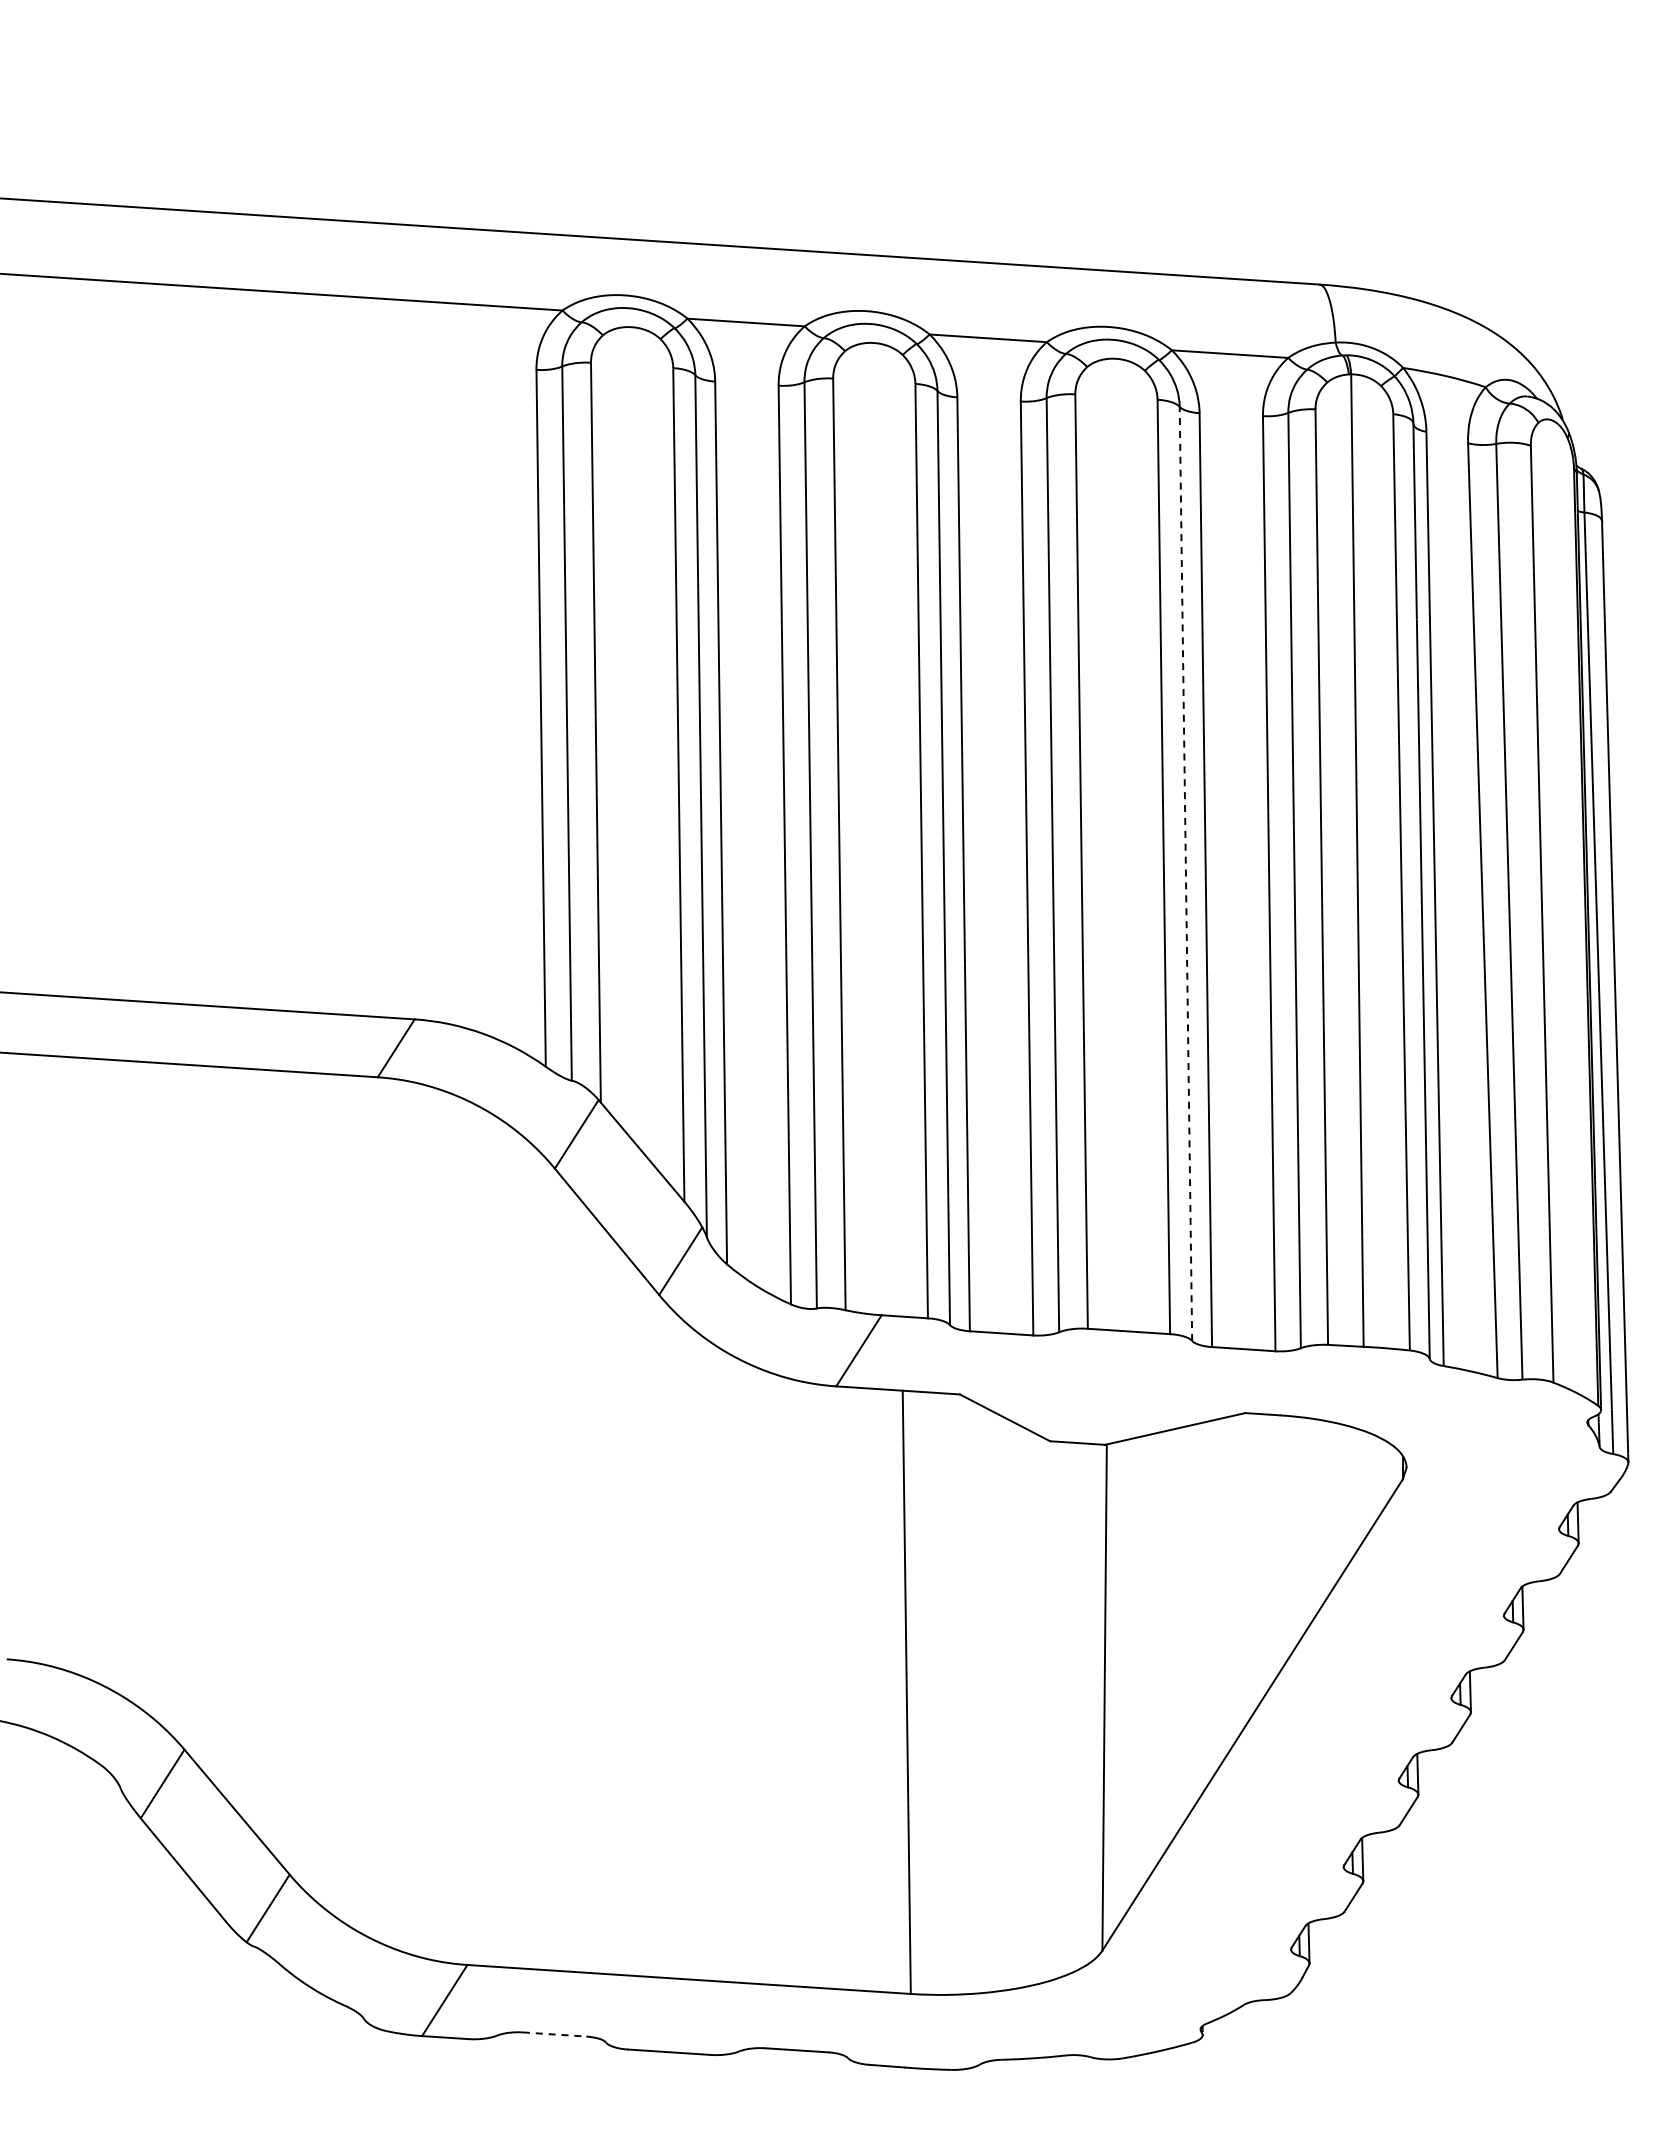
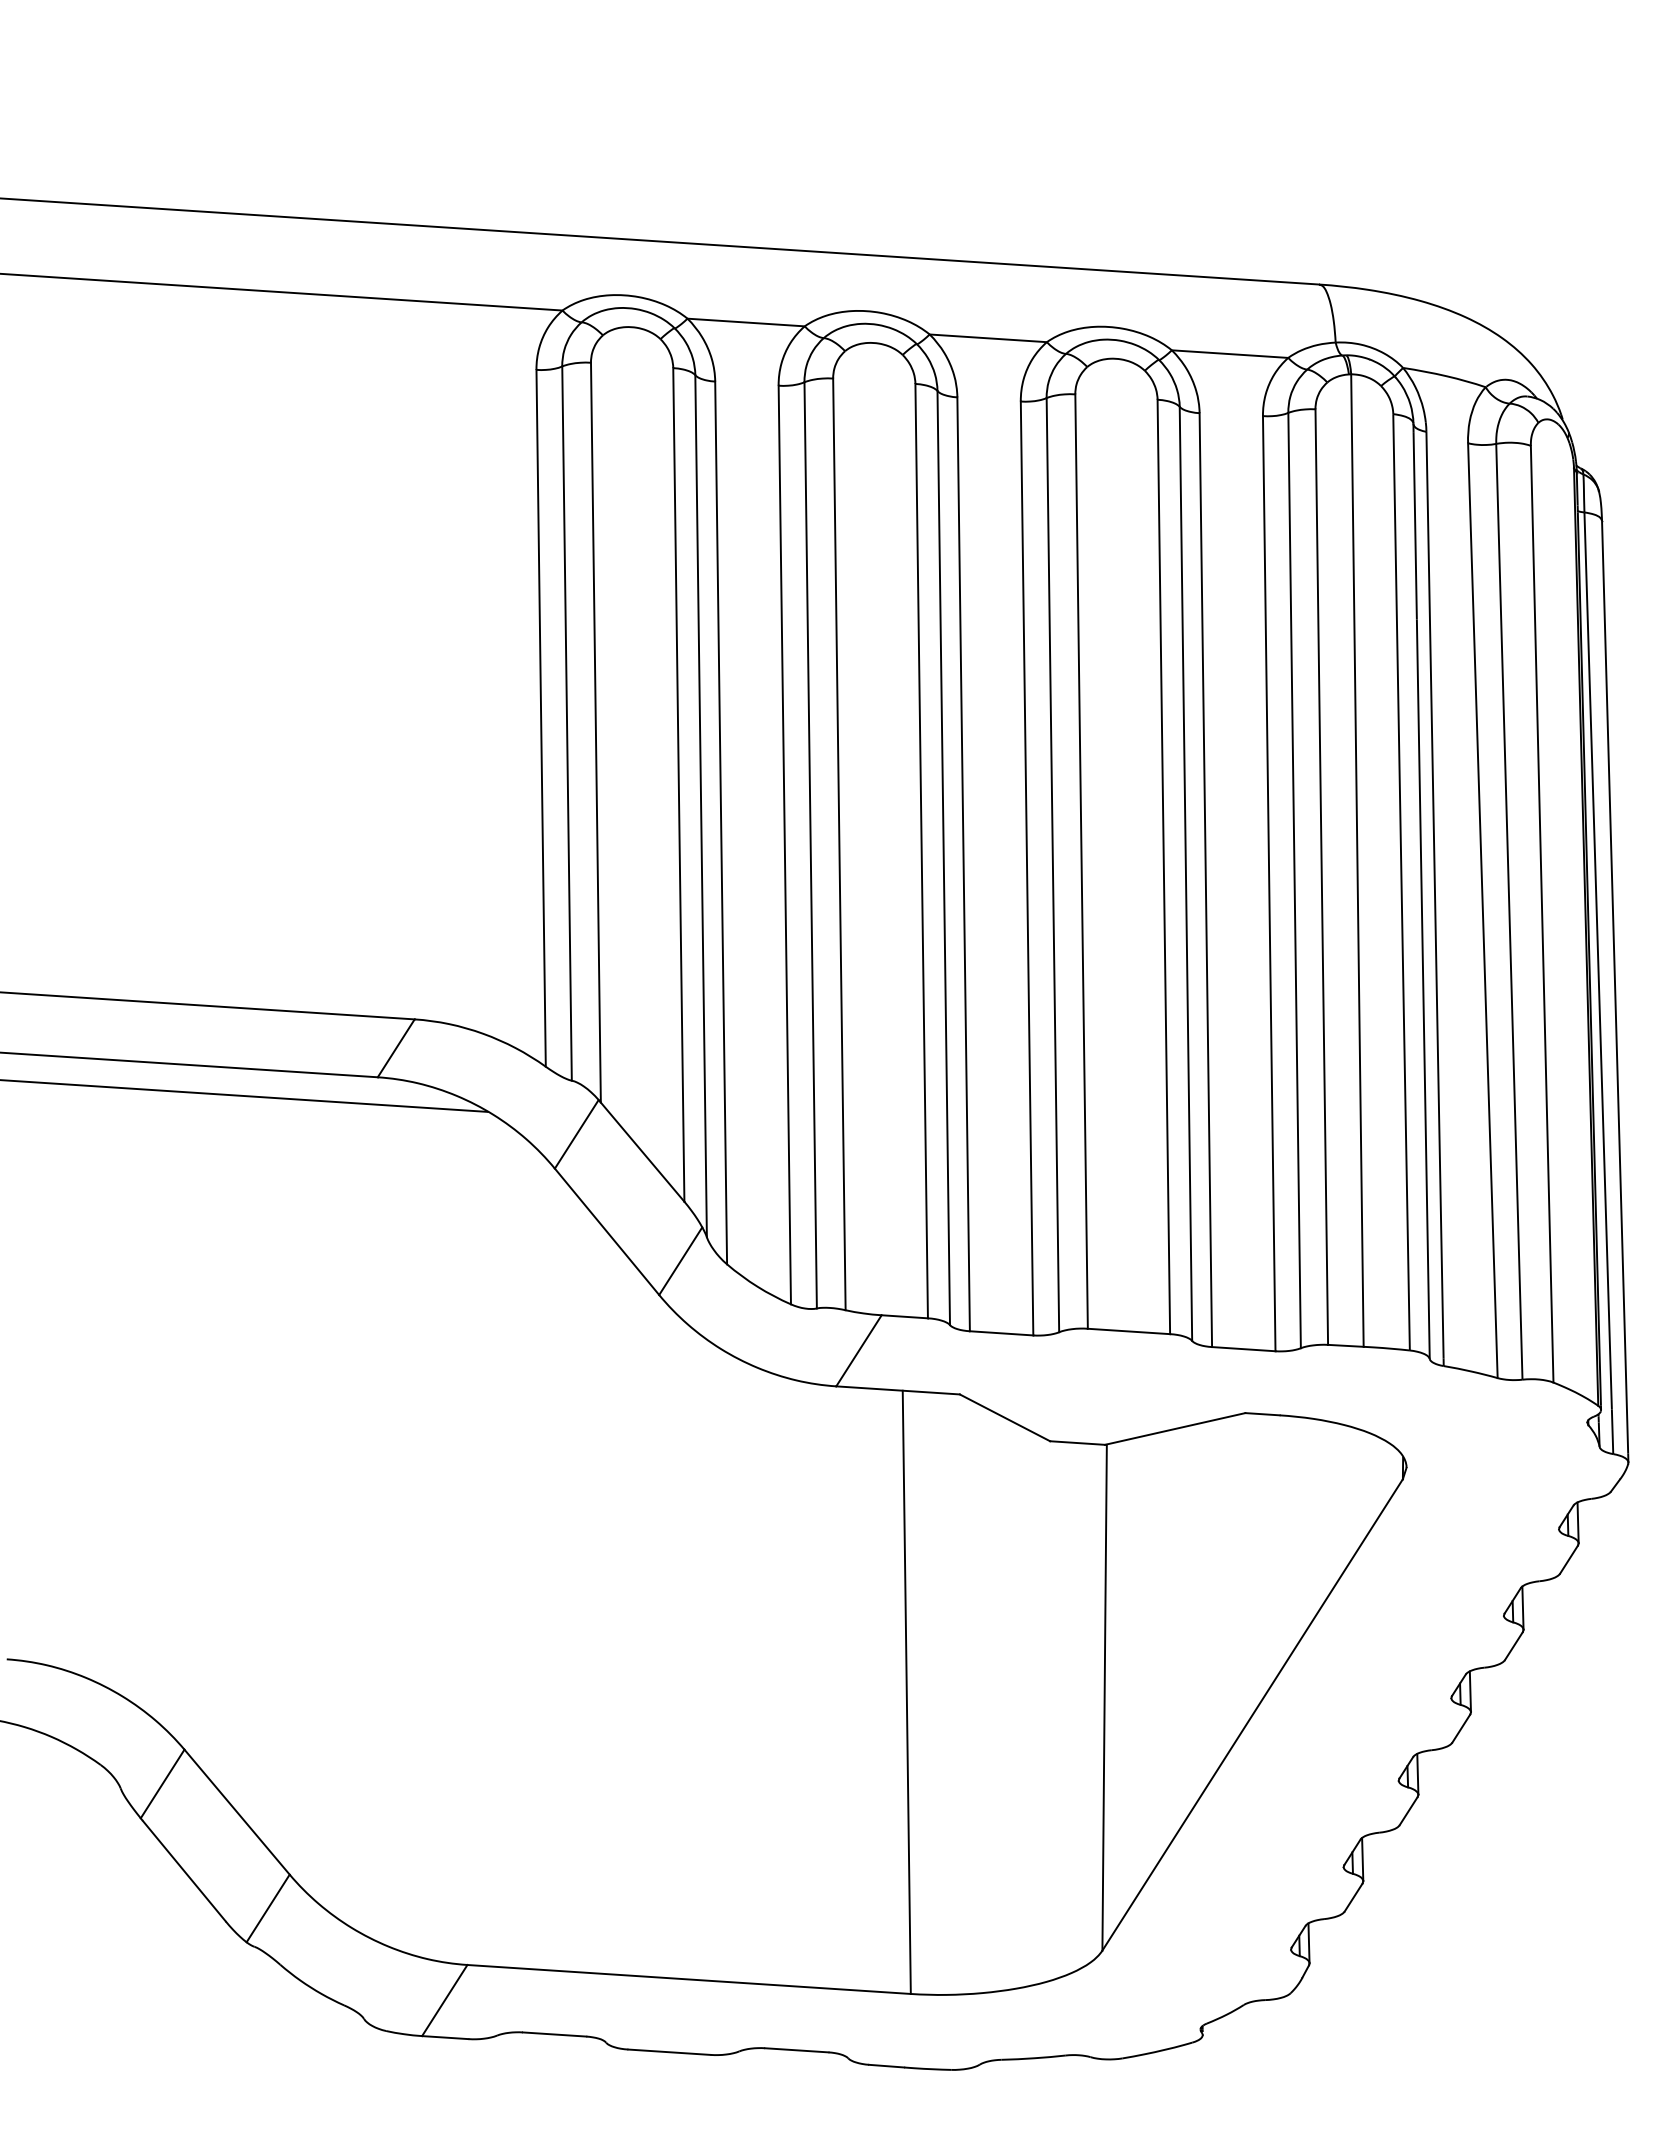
line at (1185, 873): dashed -> solid
line at (244, 1095): none -> present
line at (554, 2034): dashed -> solid
